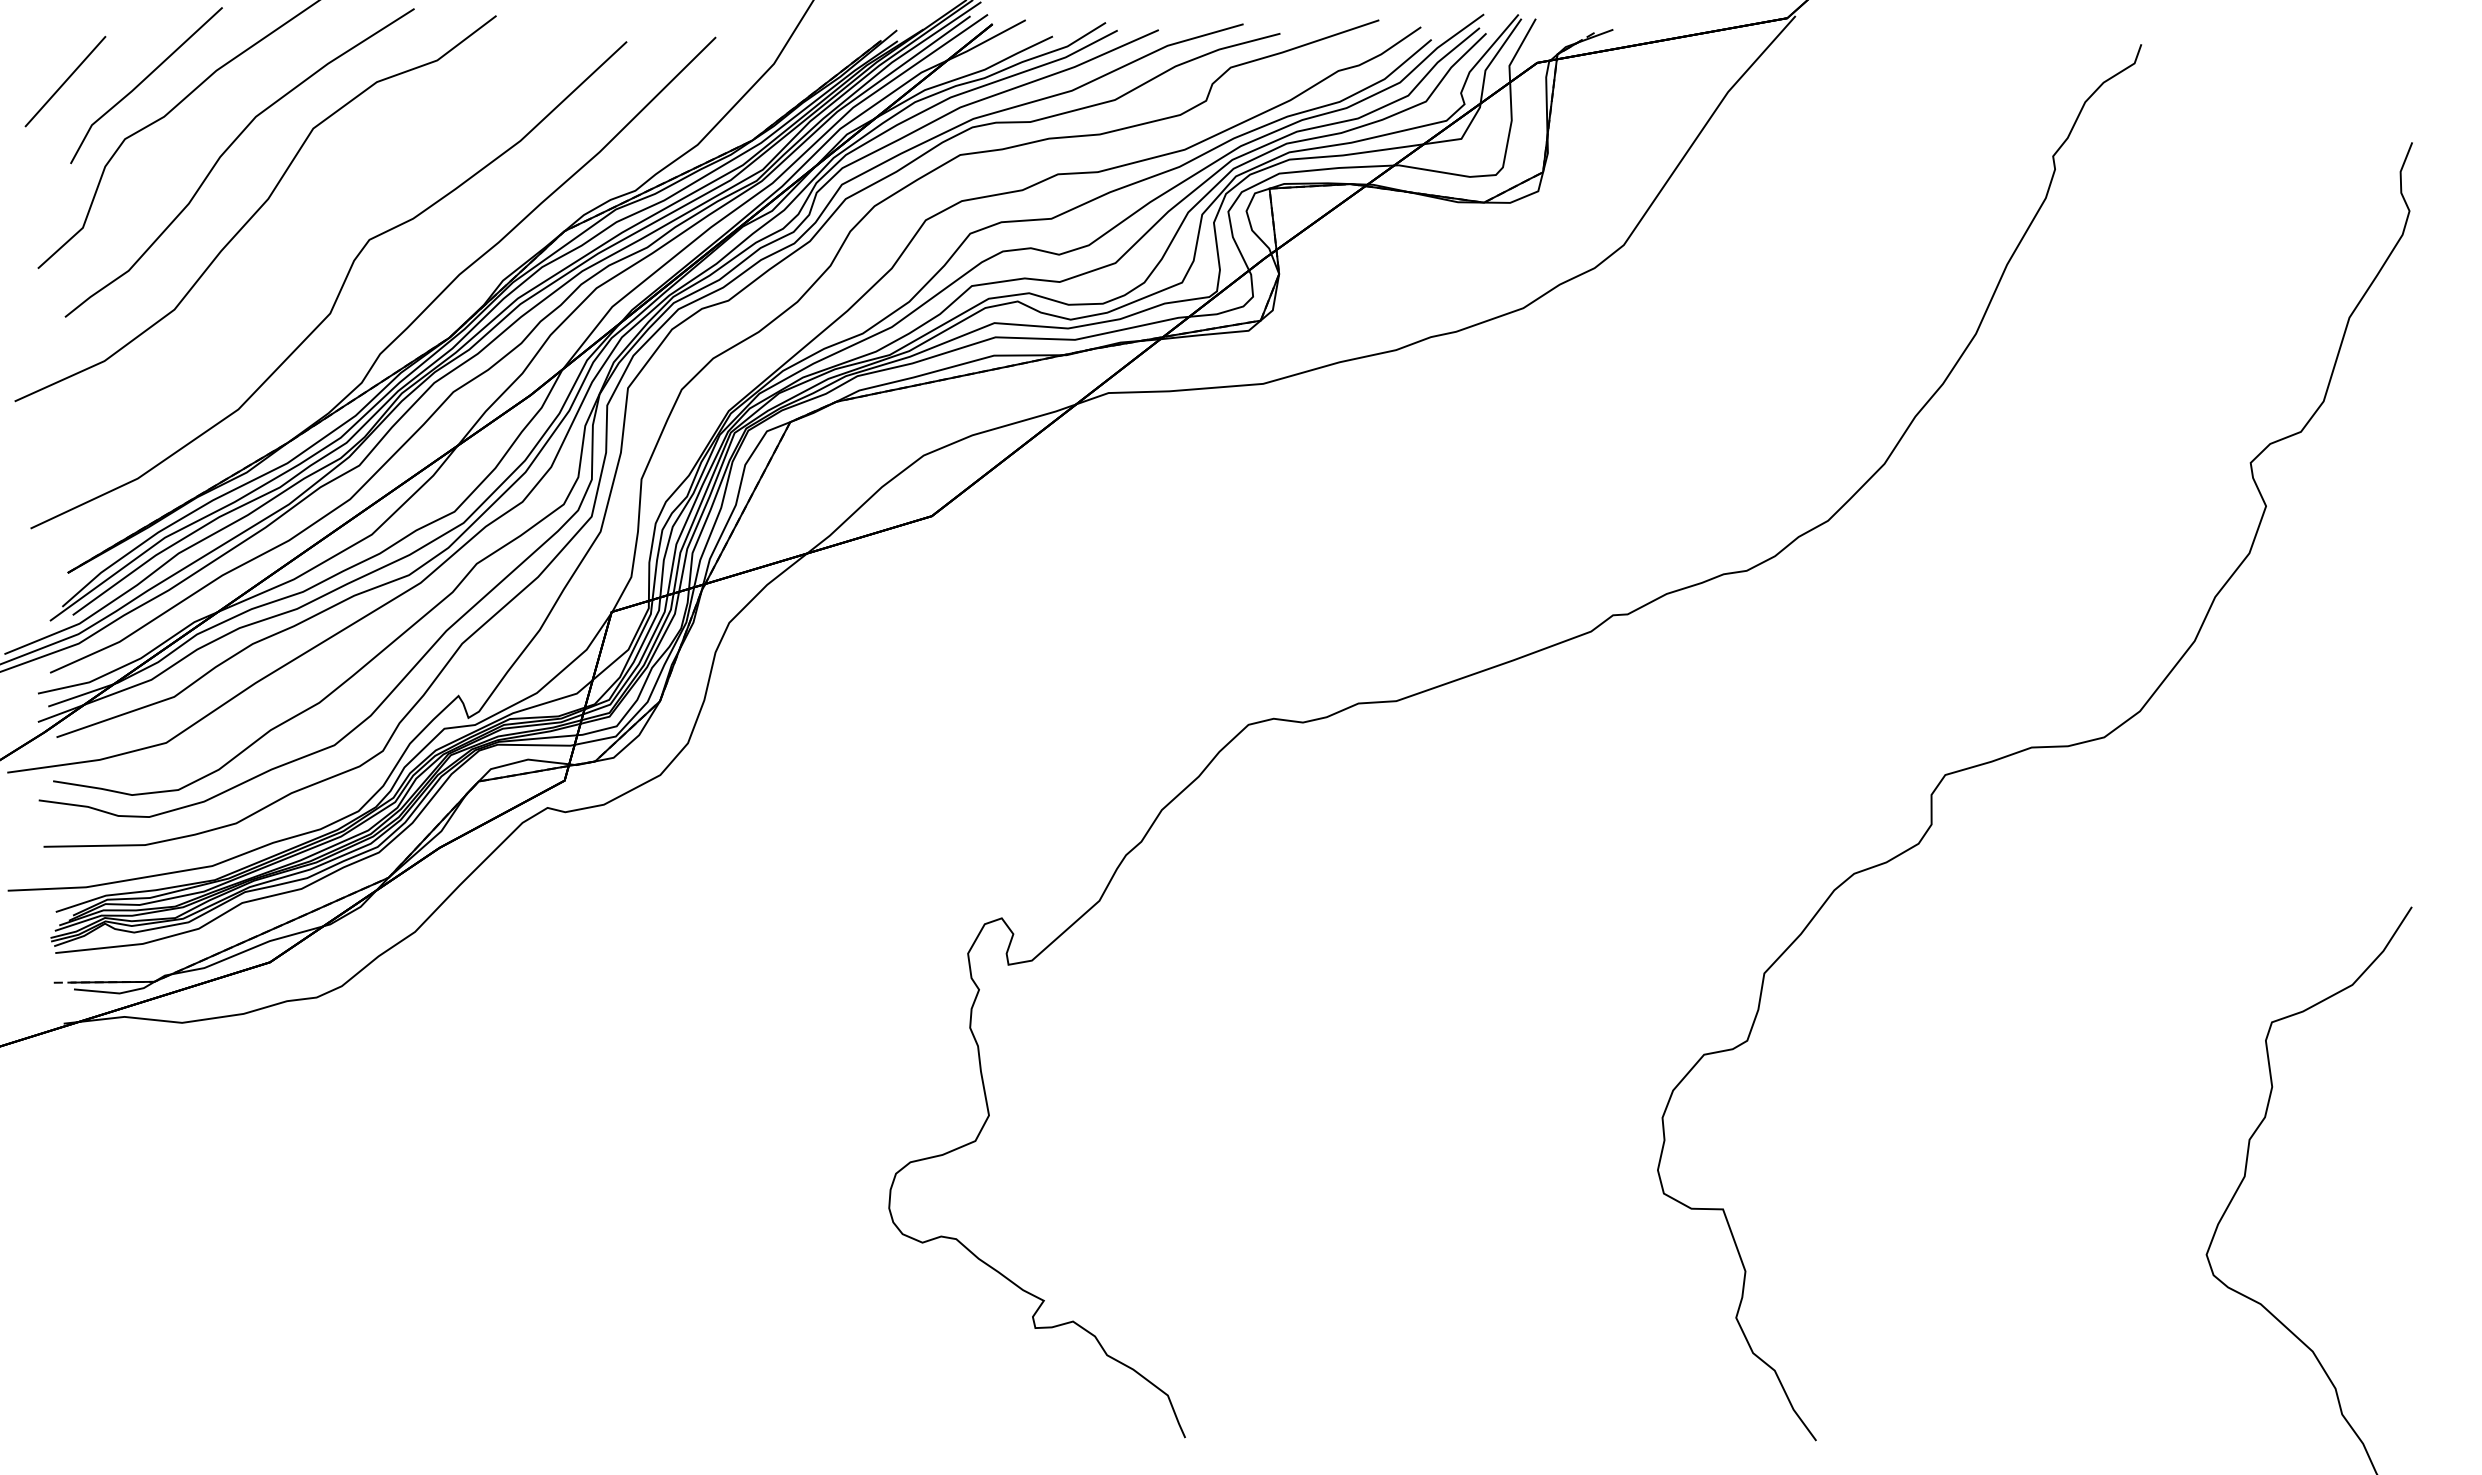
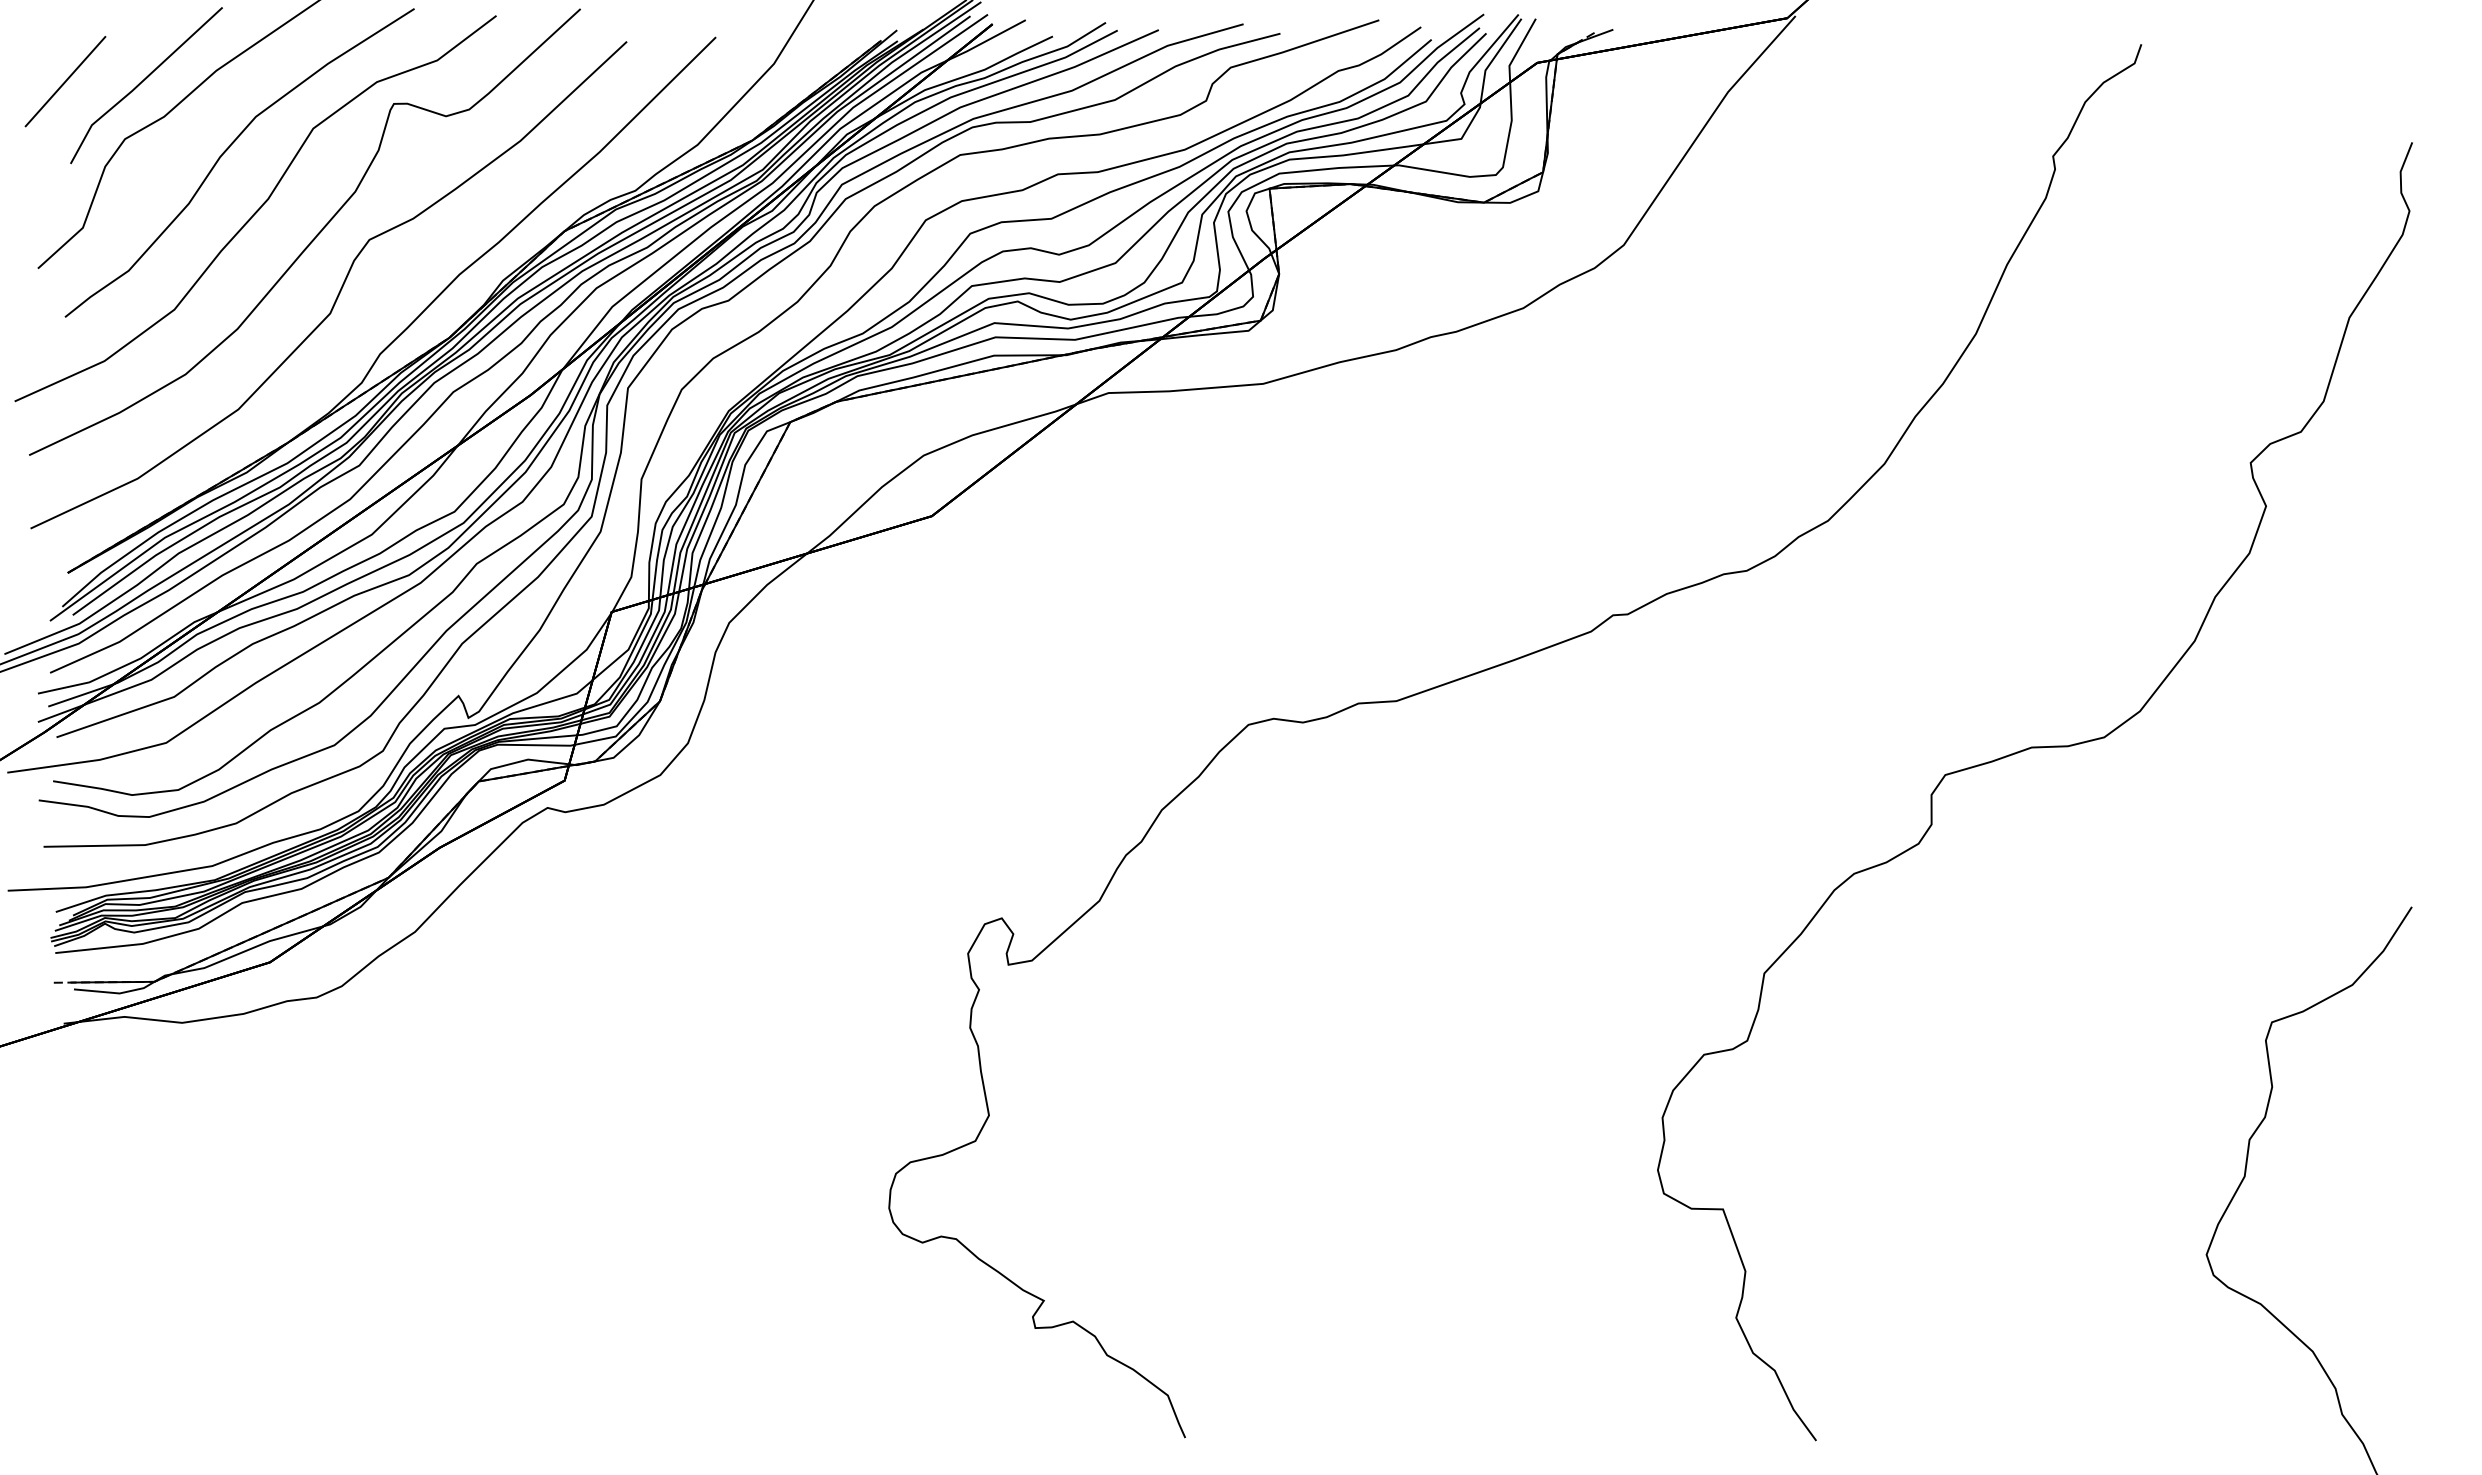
part at (312, 239): none -> present
